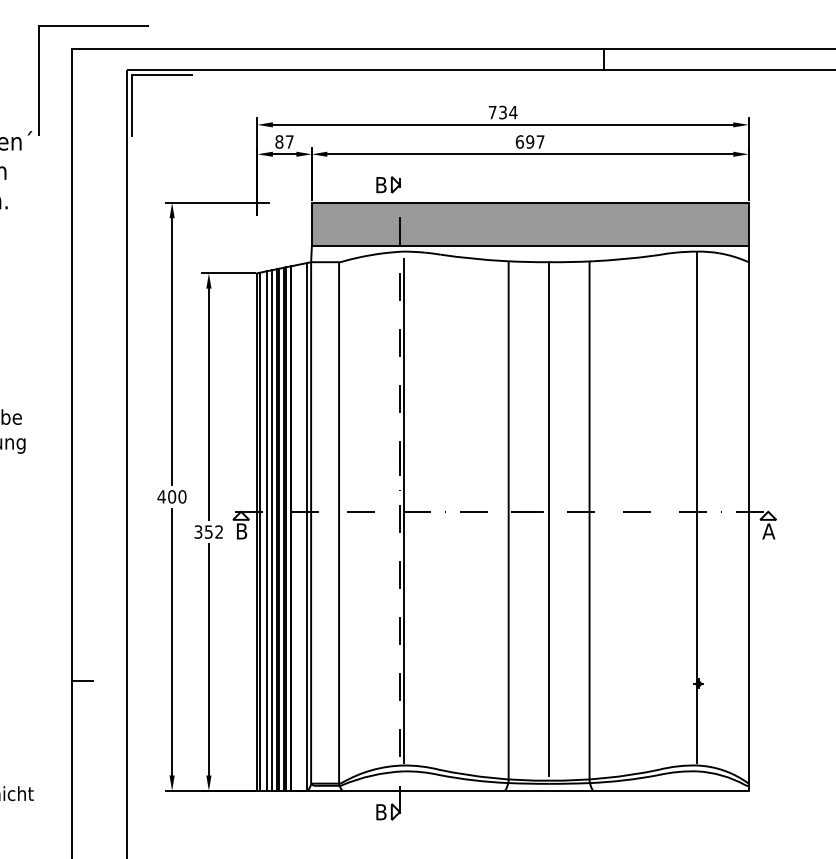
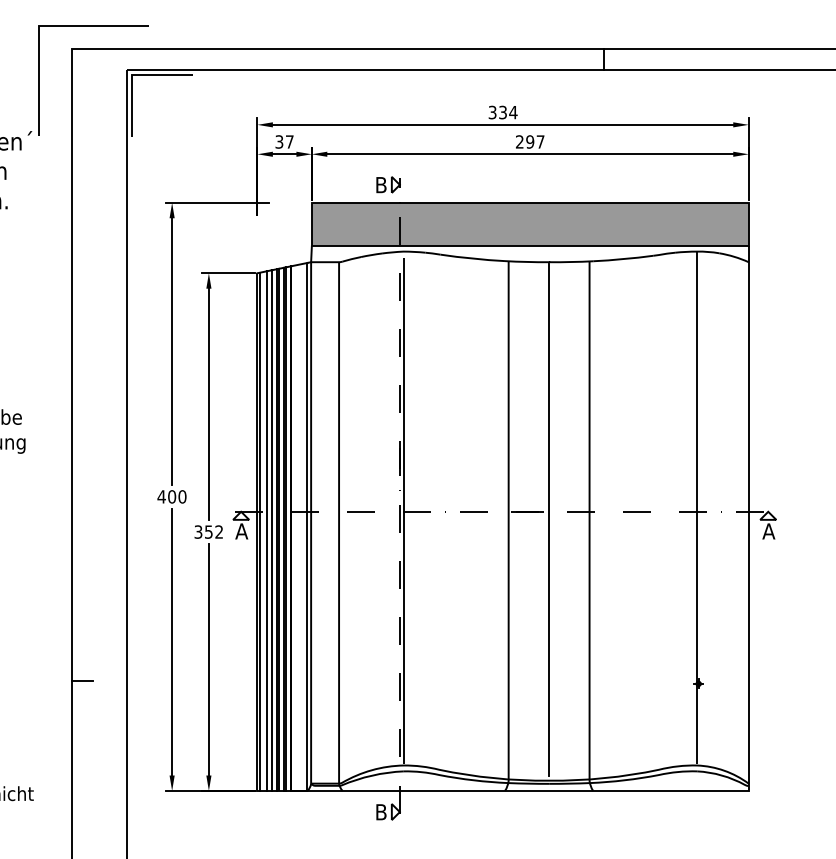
text at (492, 112): 734 -> 334
text at (279, 141): 87 -> 37
text at (519, 141): 697 -> 297
text at (241, 531): B -> A
